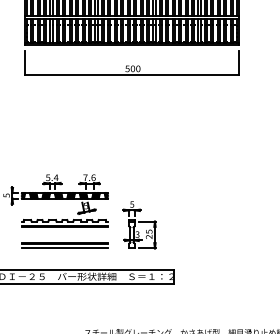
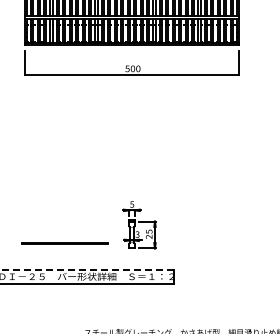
part at (55, 200): present -> none
line at (64, 248): present -> none
line at (86, 269): solid -> dashed
